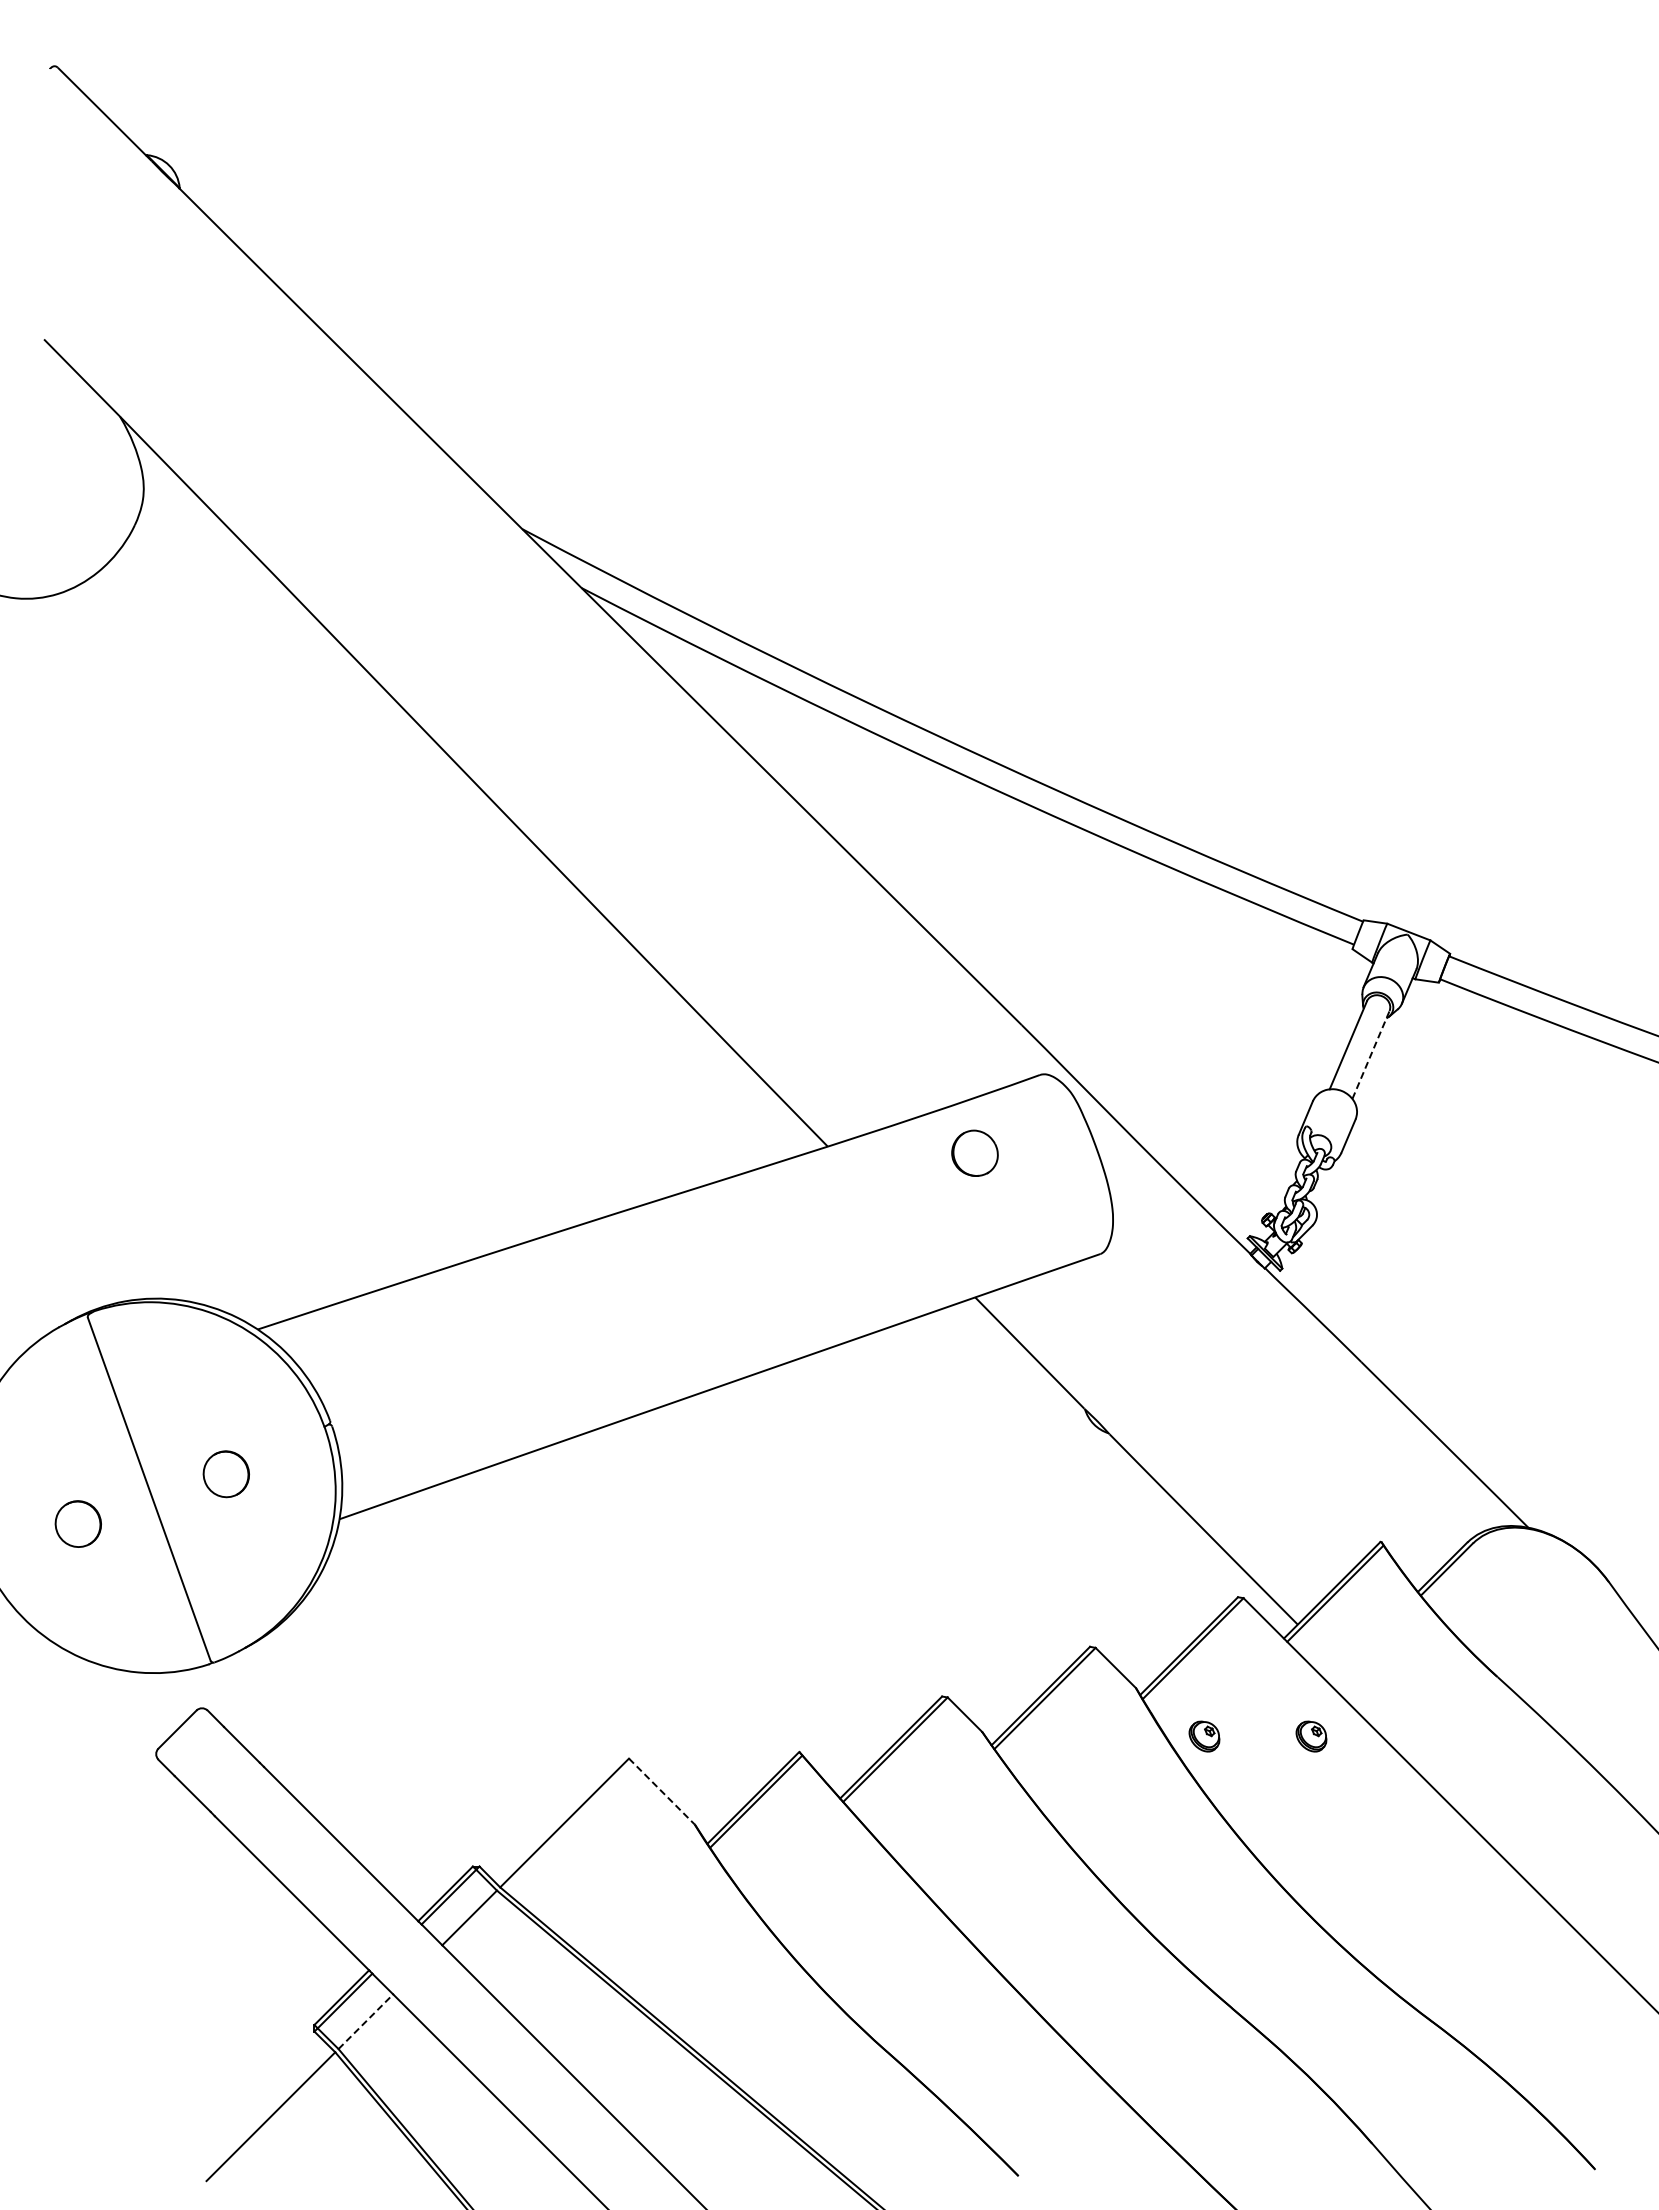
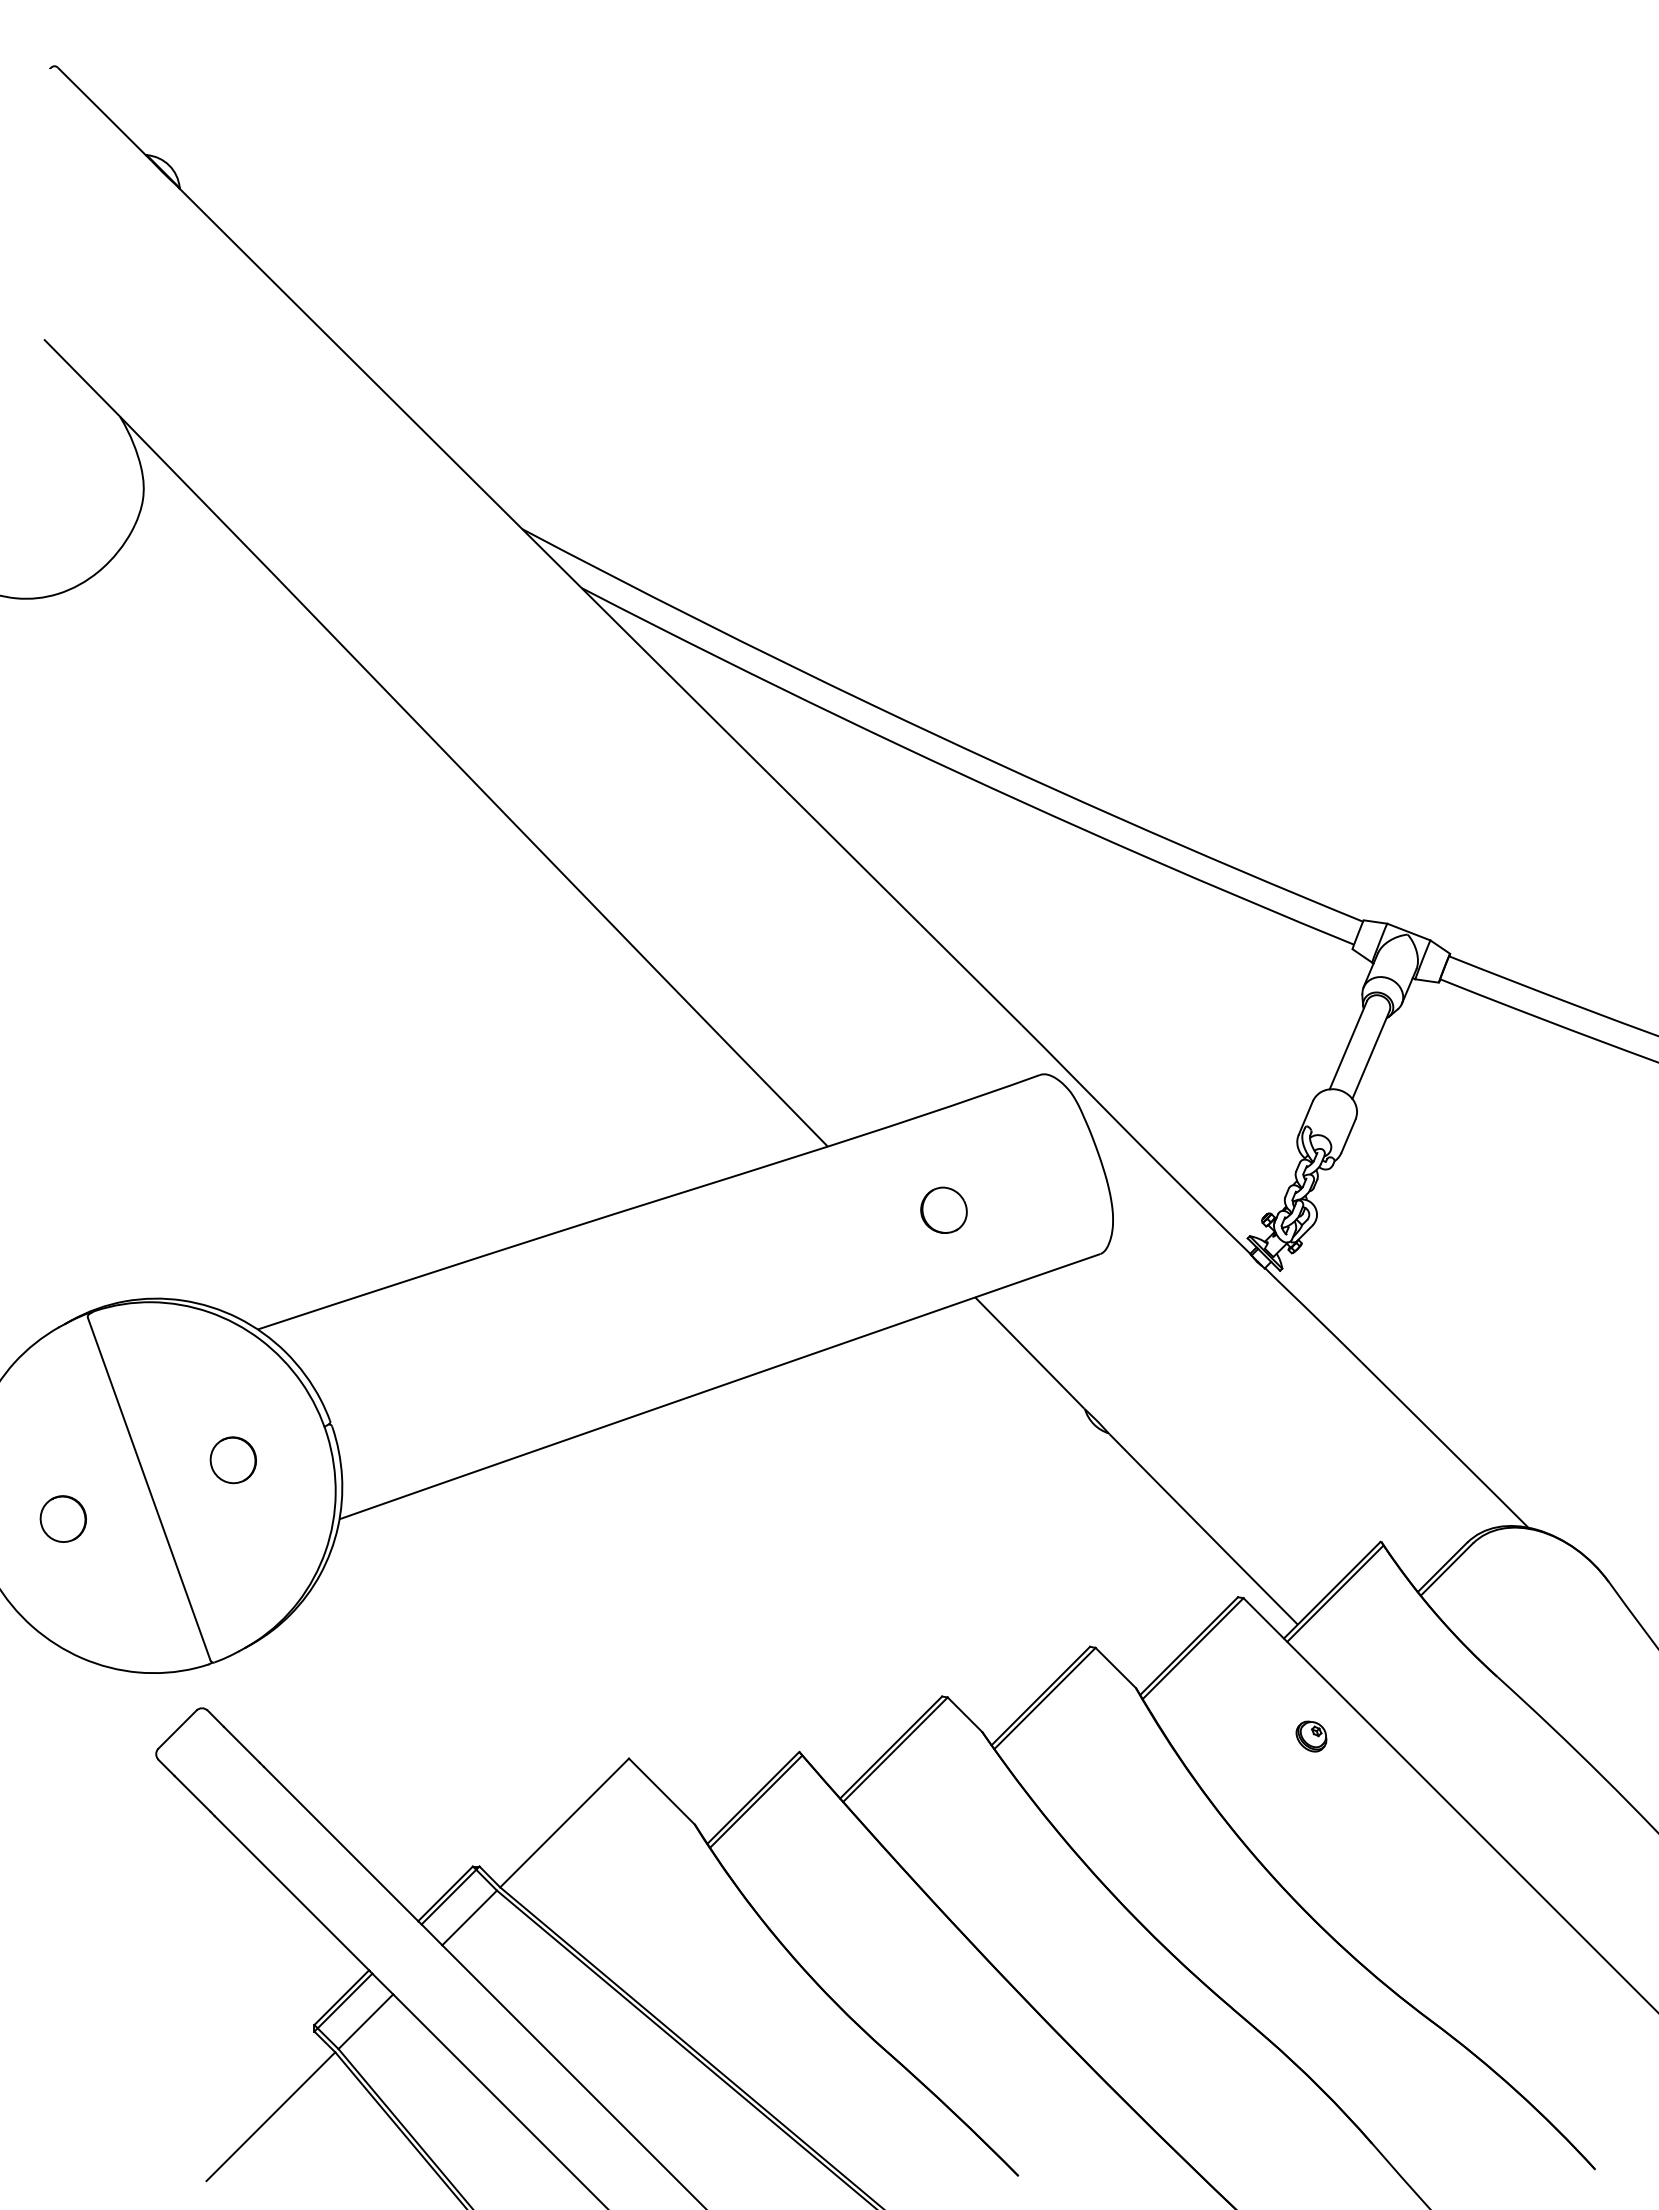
line at (1371, 1054): dashed -> solid
part at (974, 1152) position: (974, 1152) -> (943, 1209)
part at (225, 1474) position: (225, 1474) -> (232, 1460)
part at (77, 1523) position: (77, 1523) -> (62, 1518)
part at (1204, 1736): present -> none
line at (662, 1791): dashed -> solid
line at (365, 2021): dashed -> solid
